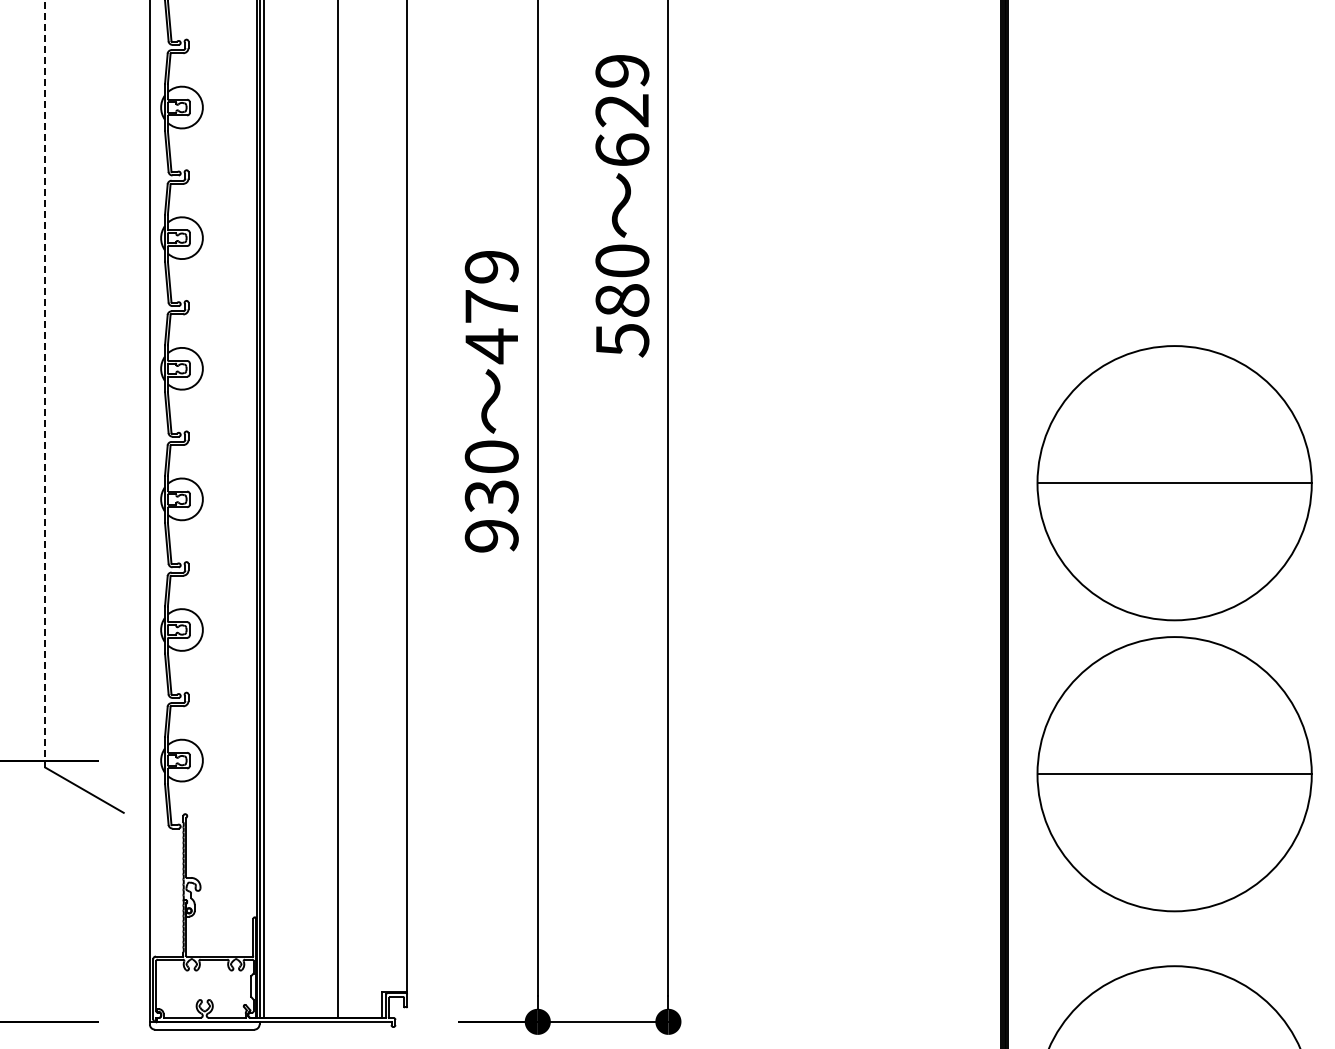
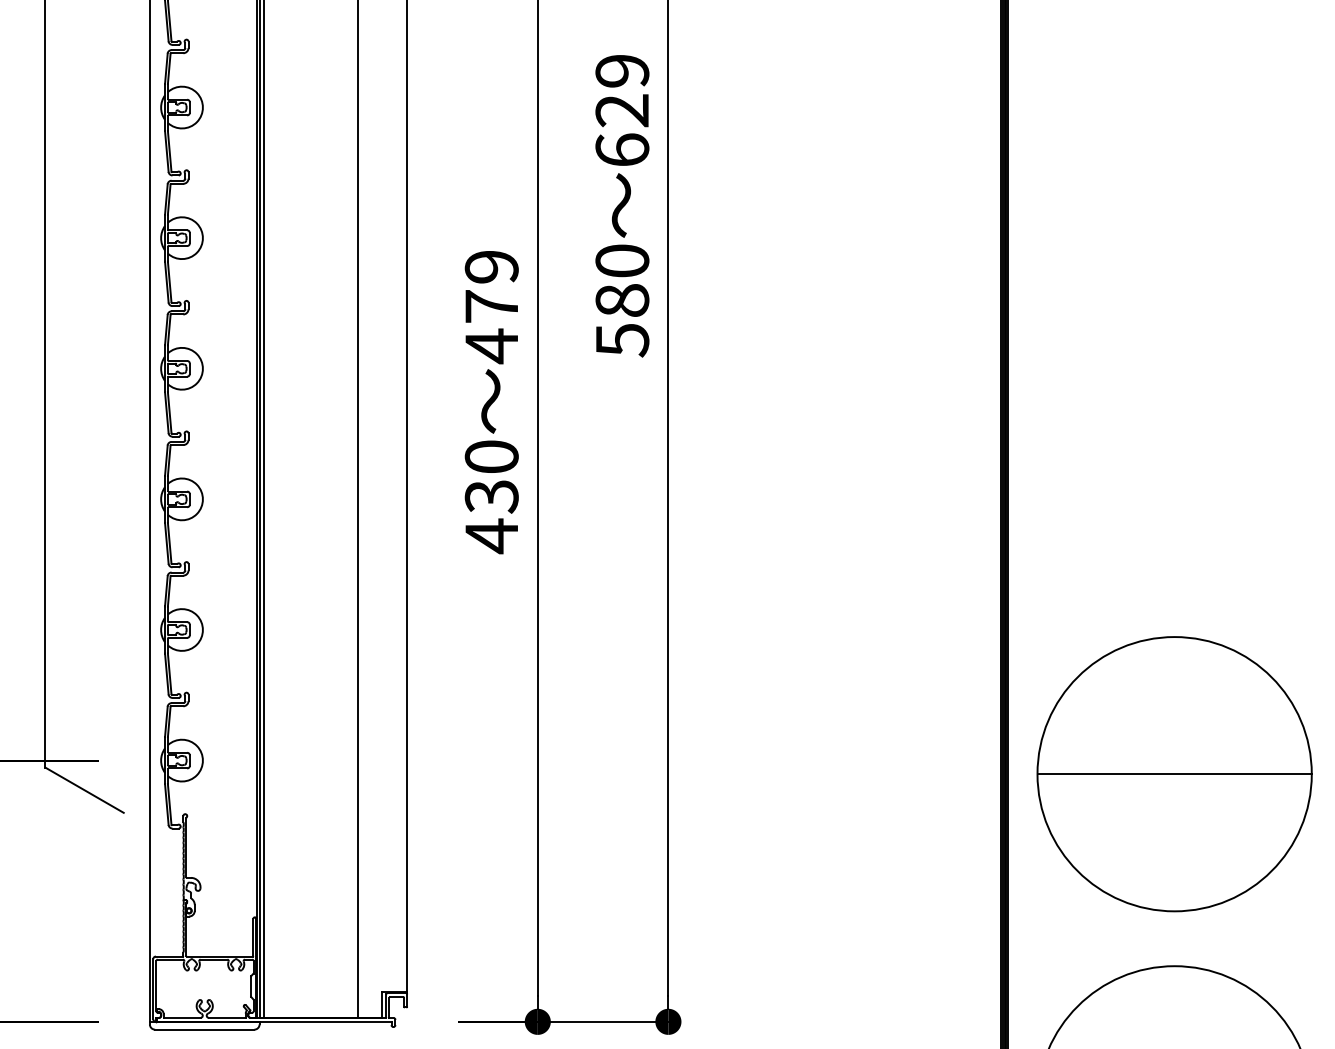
line at (45, 383): dashed -> solid
part at (1174, 483): present -> none
line at (337, 509) position: (337, 509) -> (357, 509)
text at (491, 536): 930 -> 430
